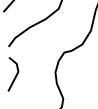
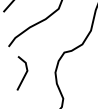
line at (15, 75) position: (15, 75) -> (24, 74)
